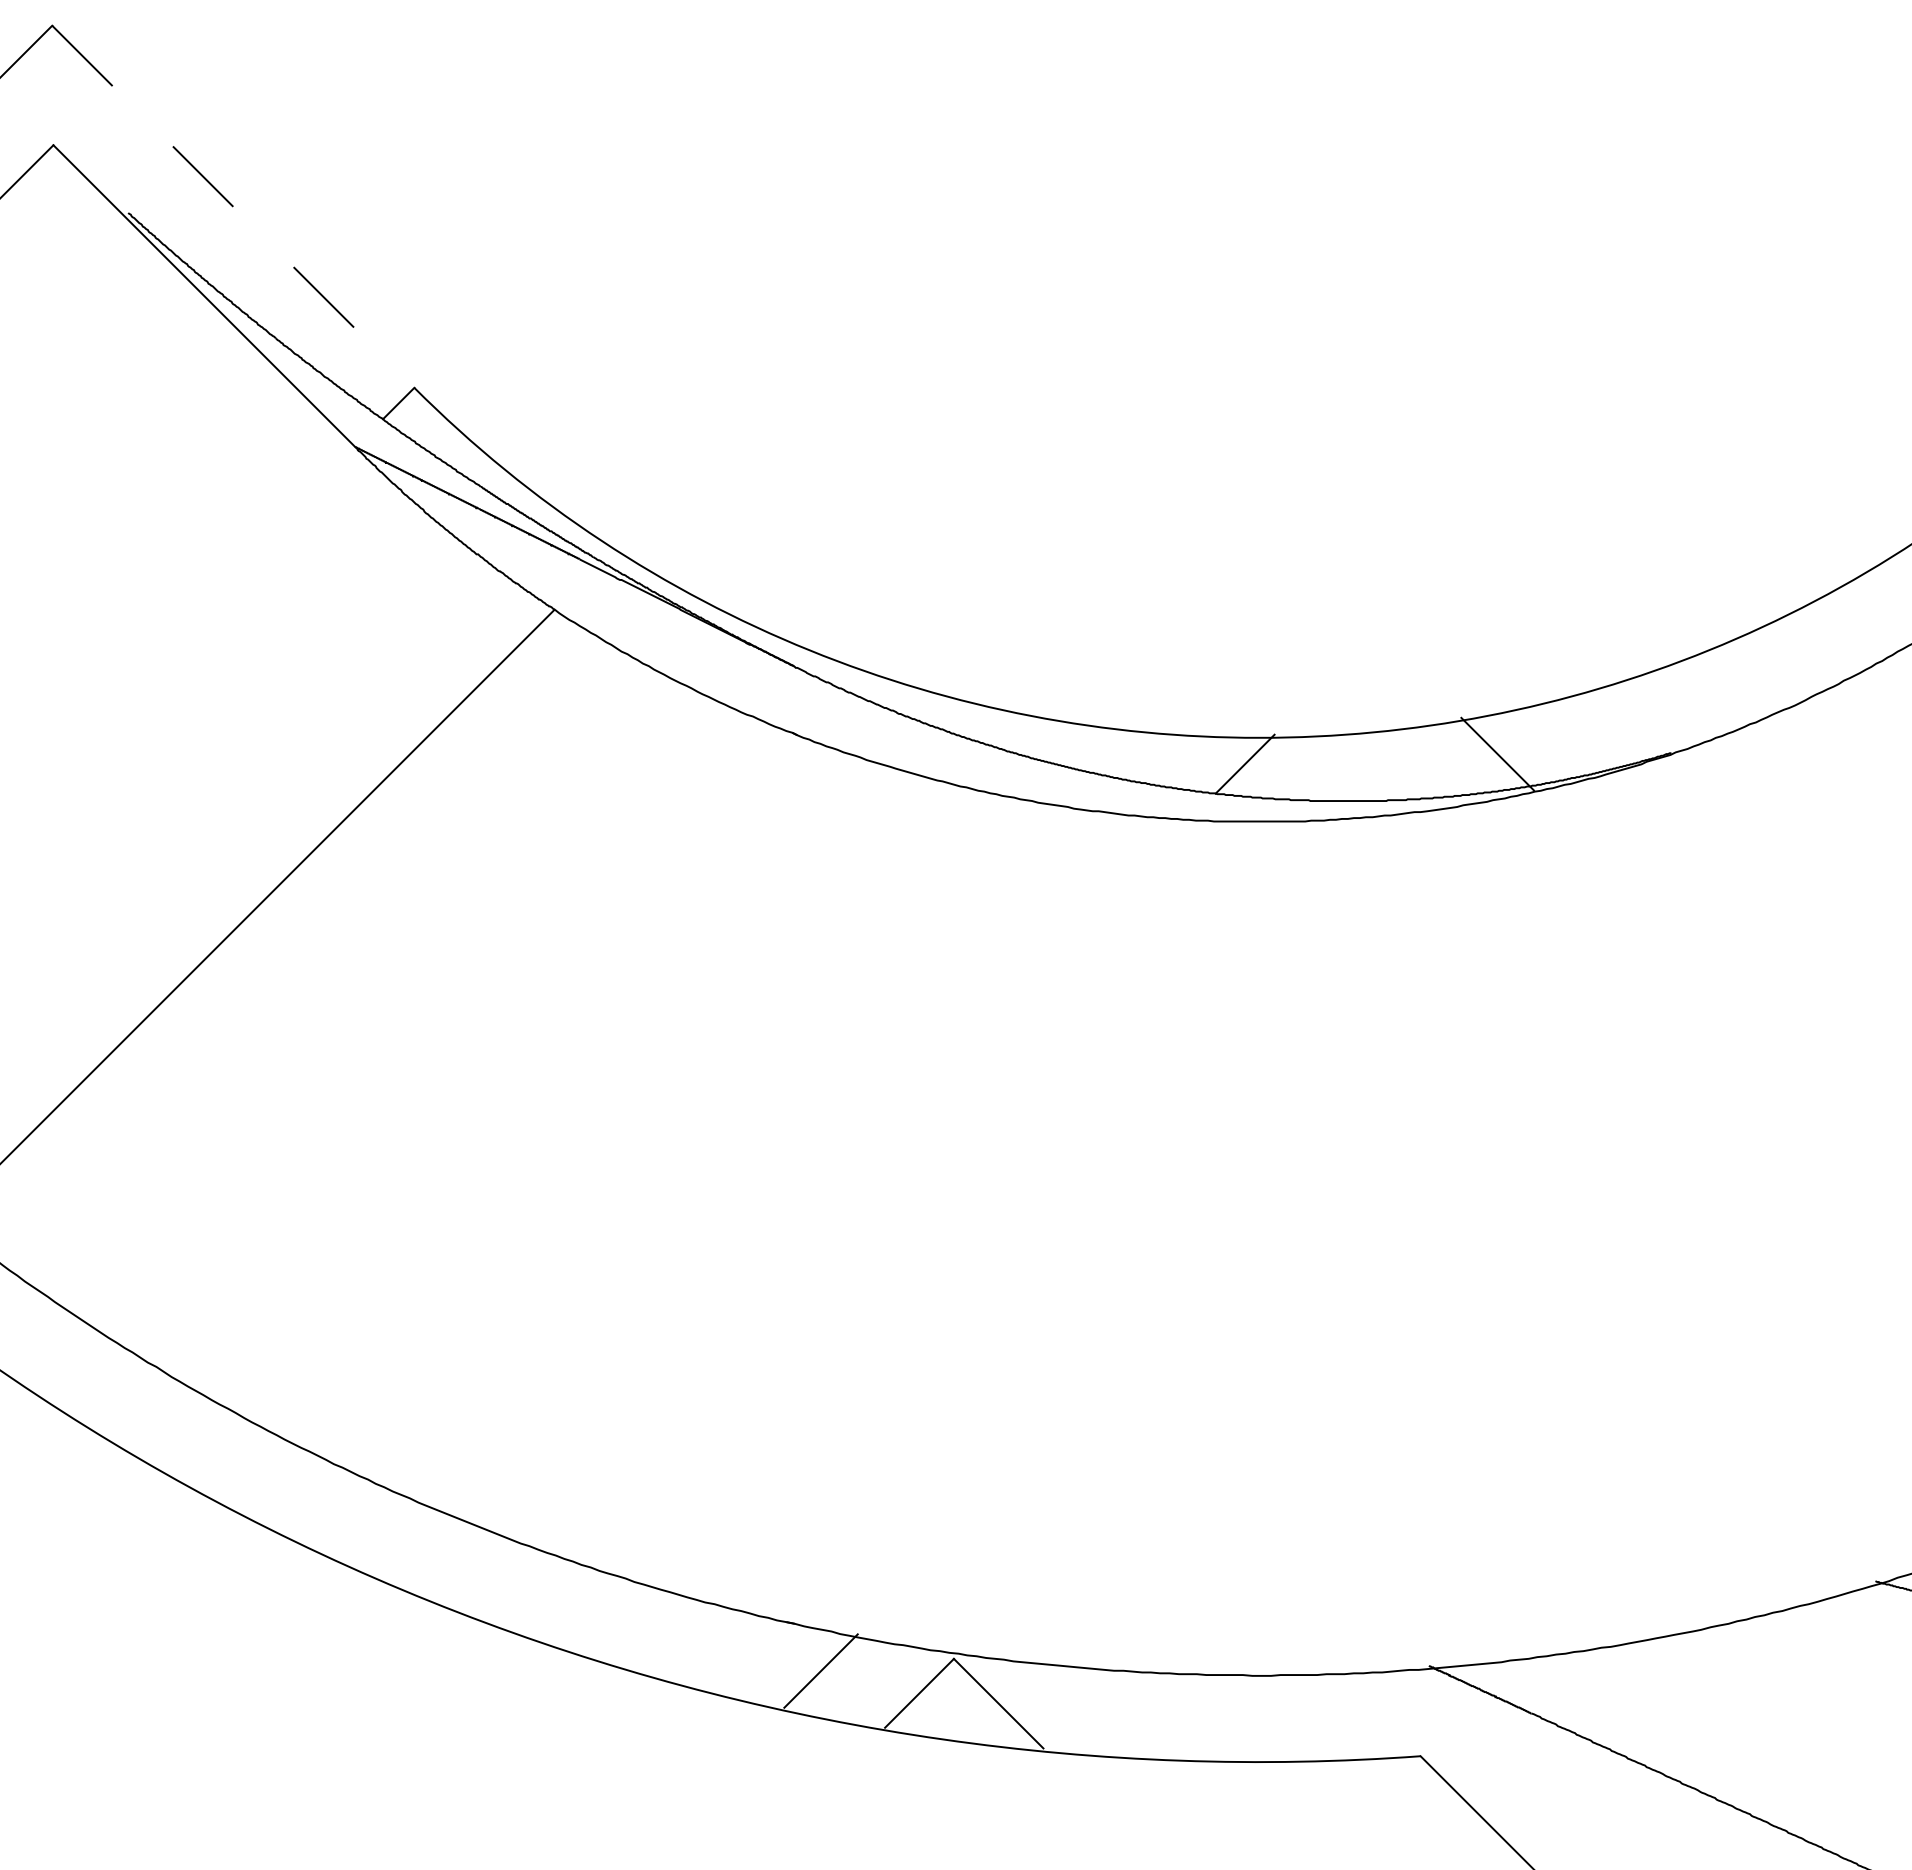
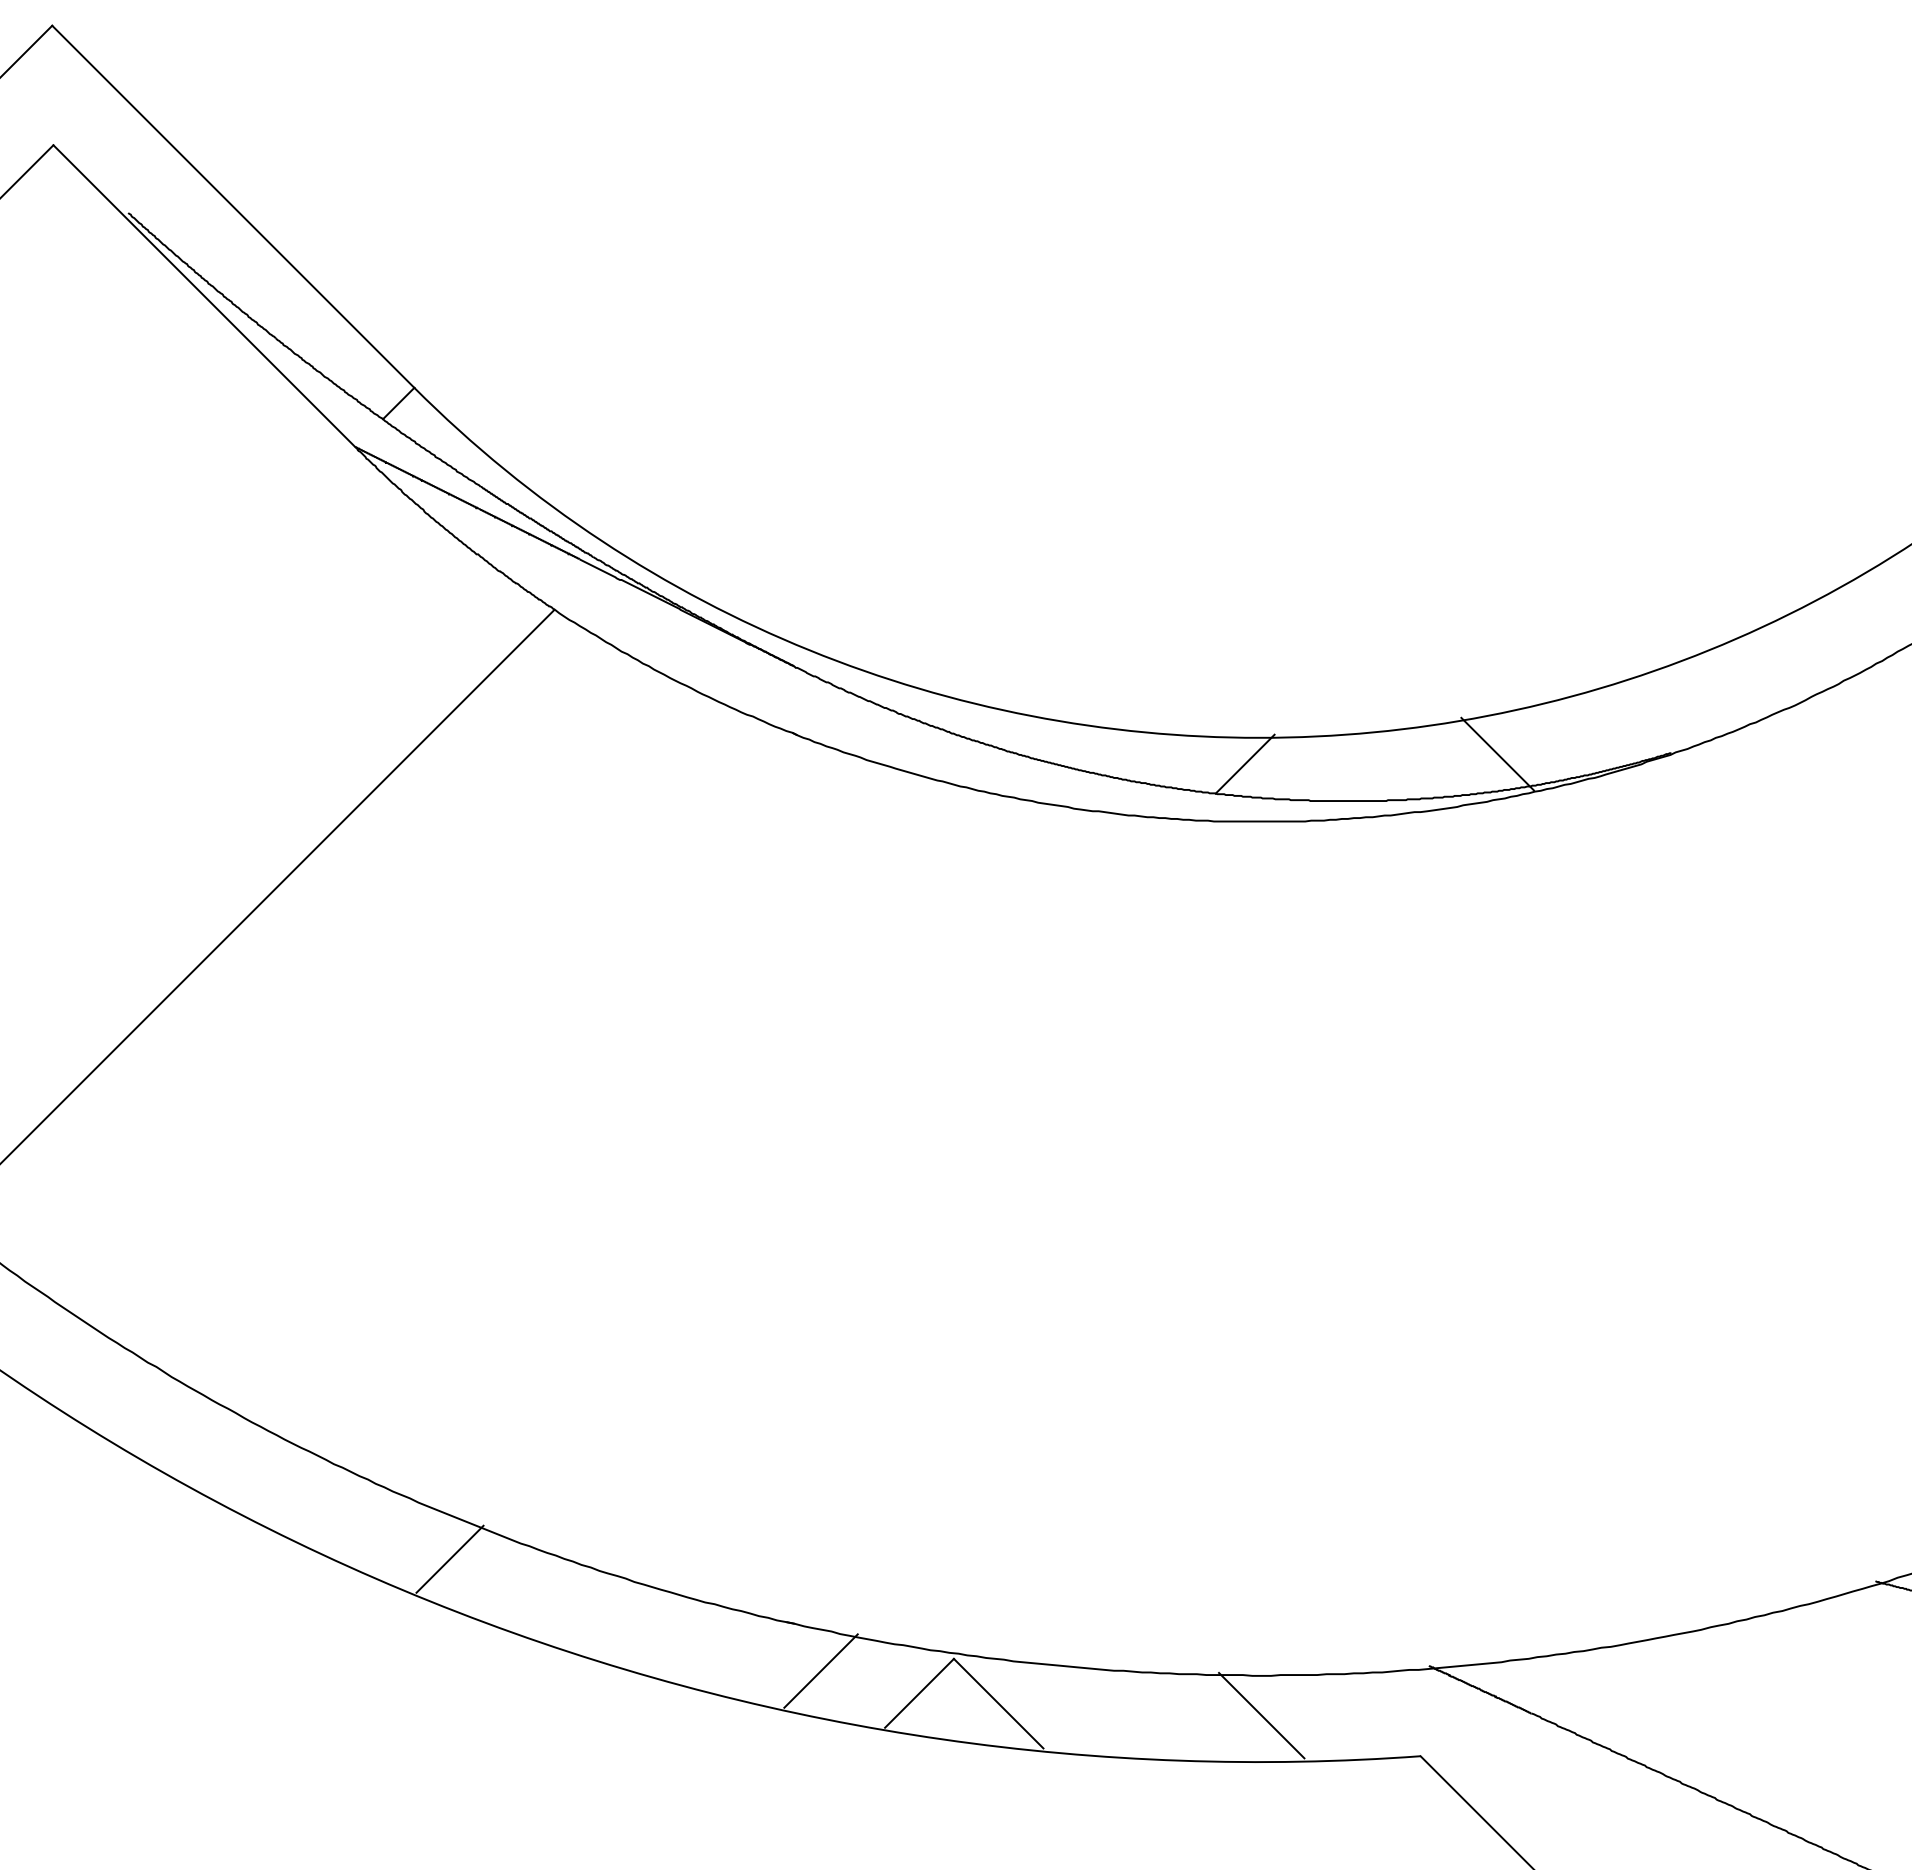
line at (233, 207): dashed -> solid
line at (449, 1558): none -> present
line at (1261, 1715): none -> present
